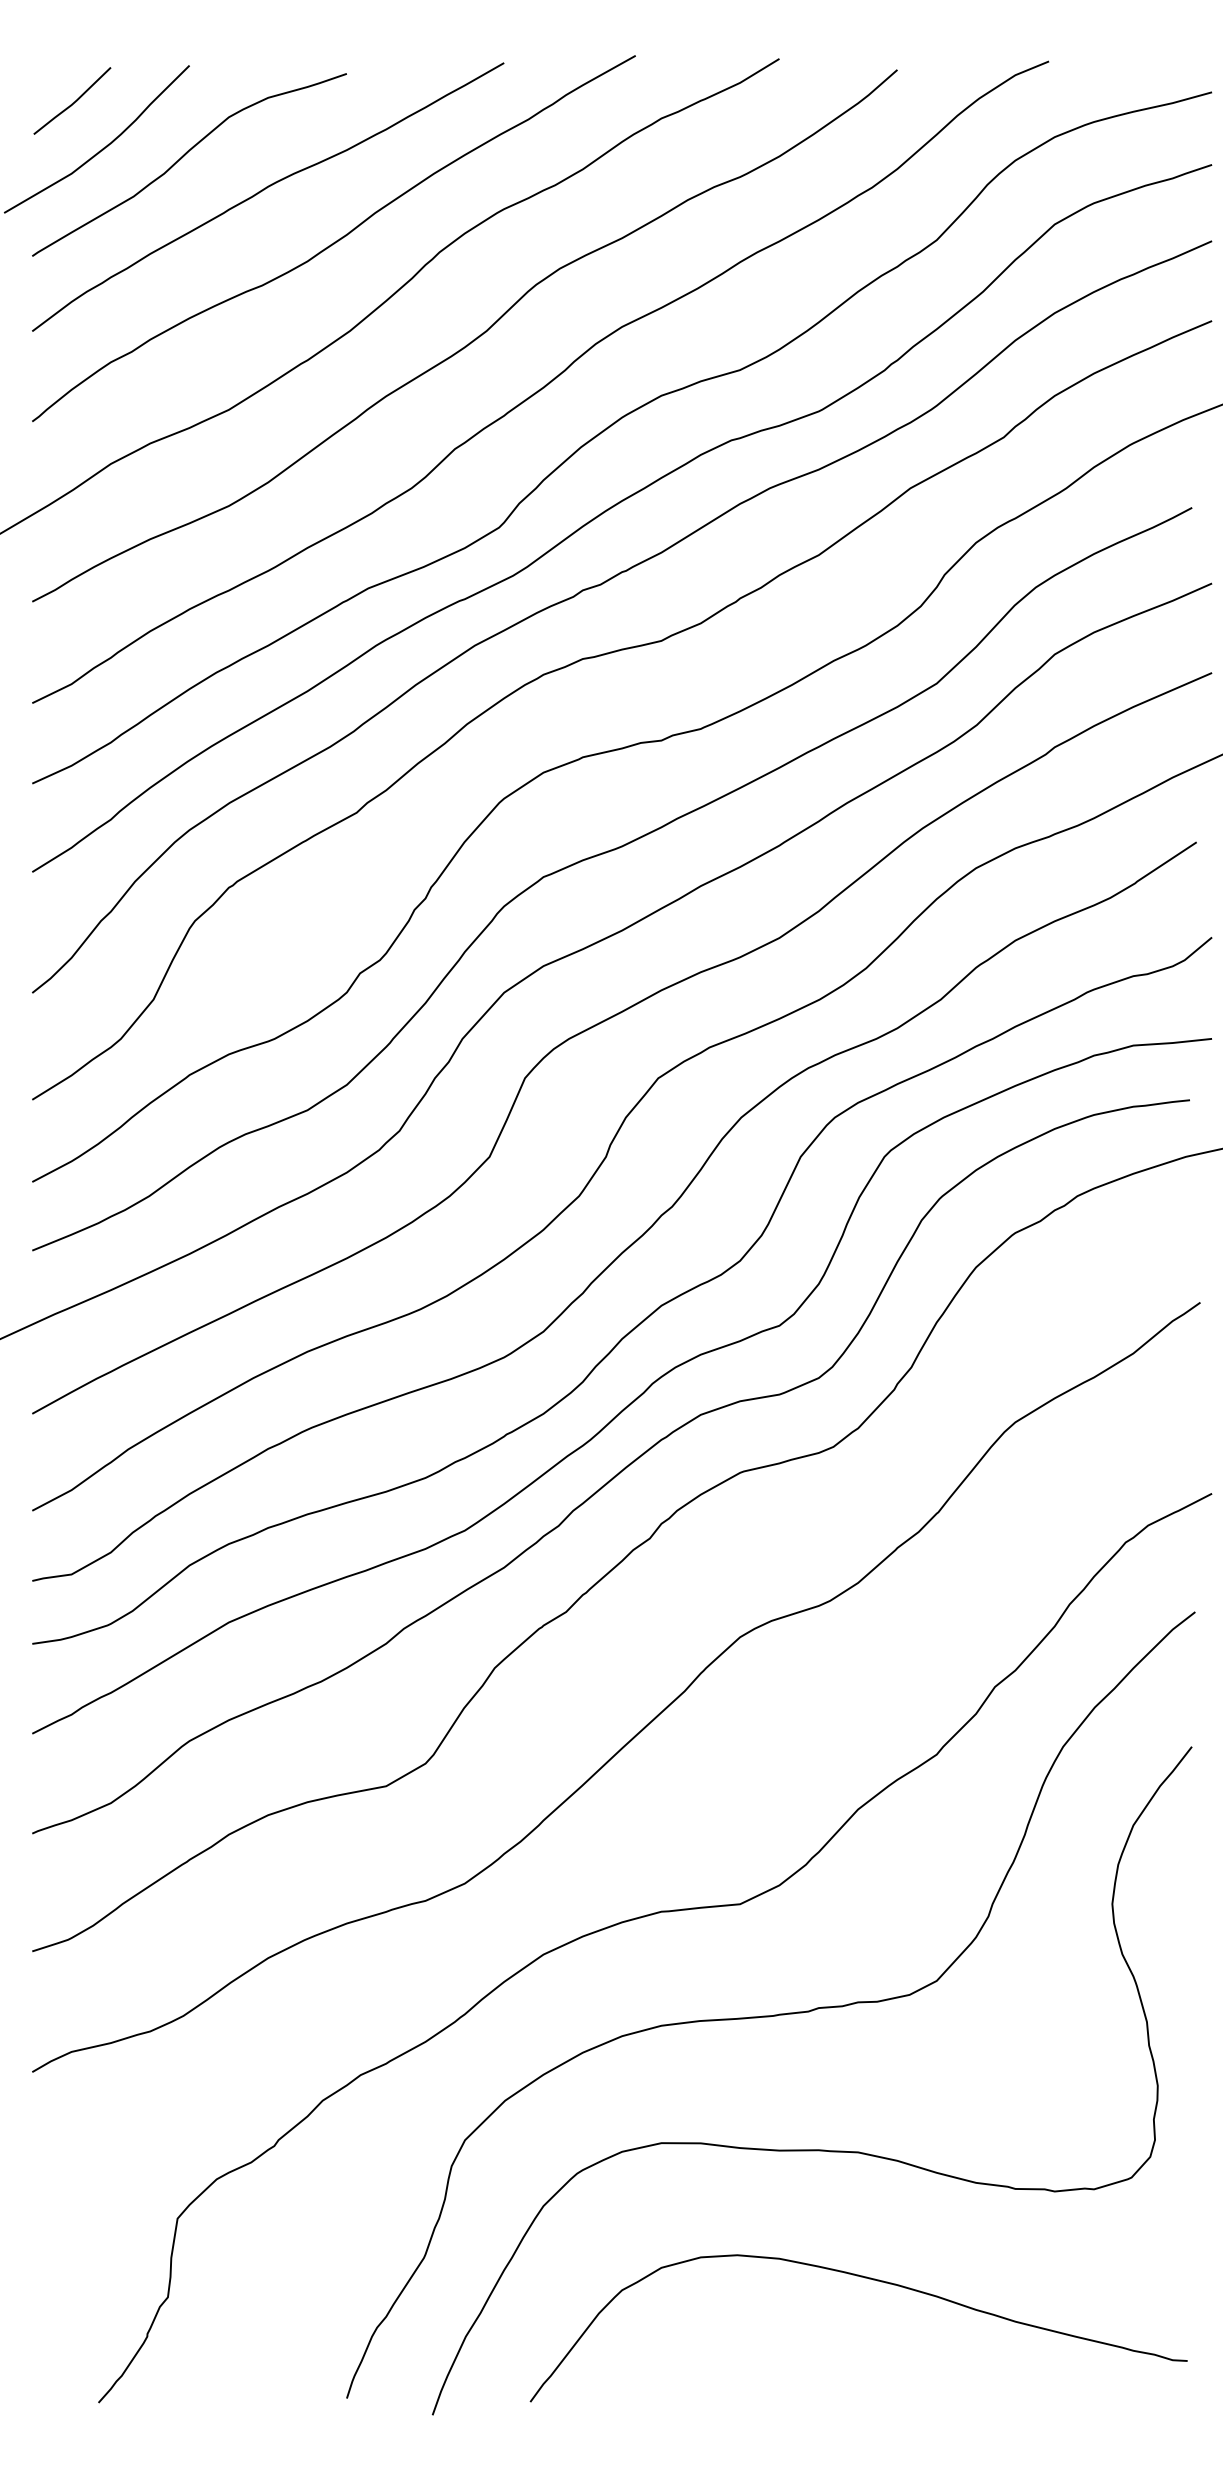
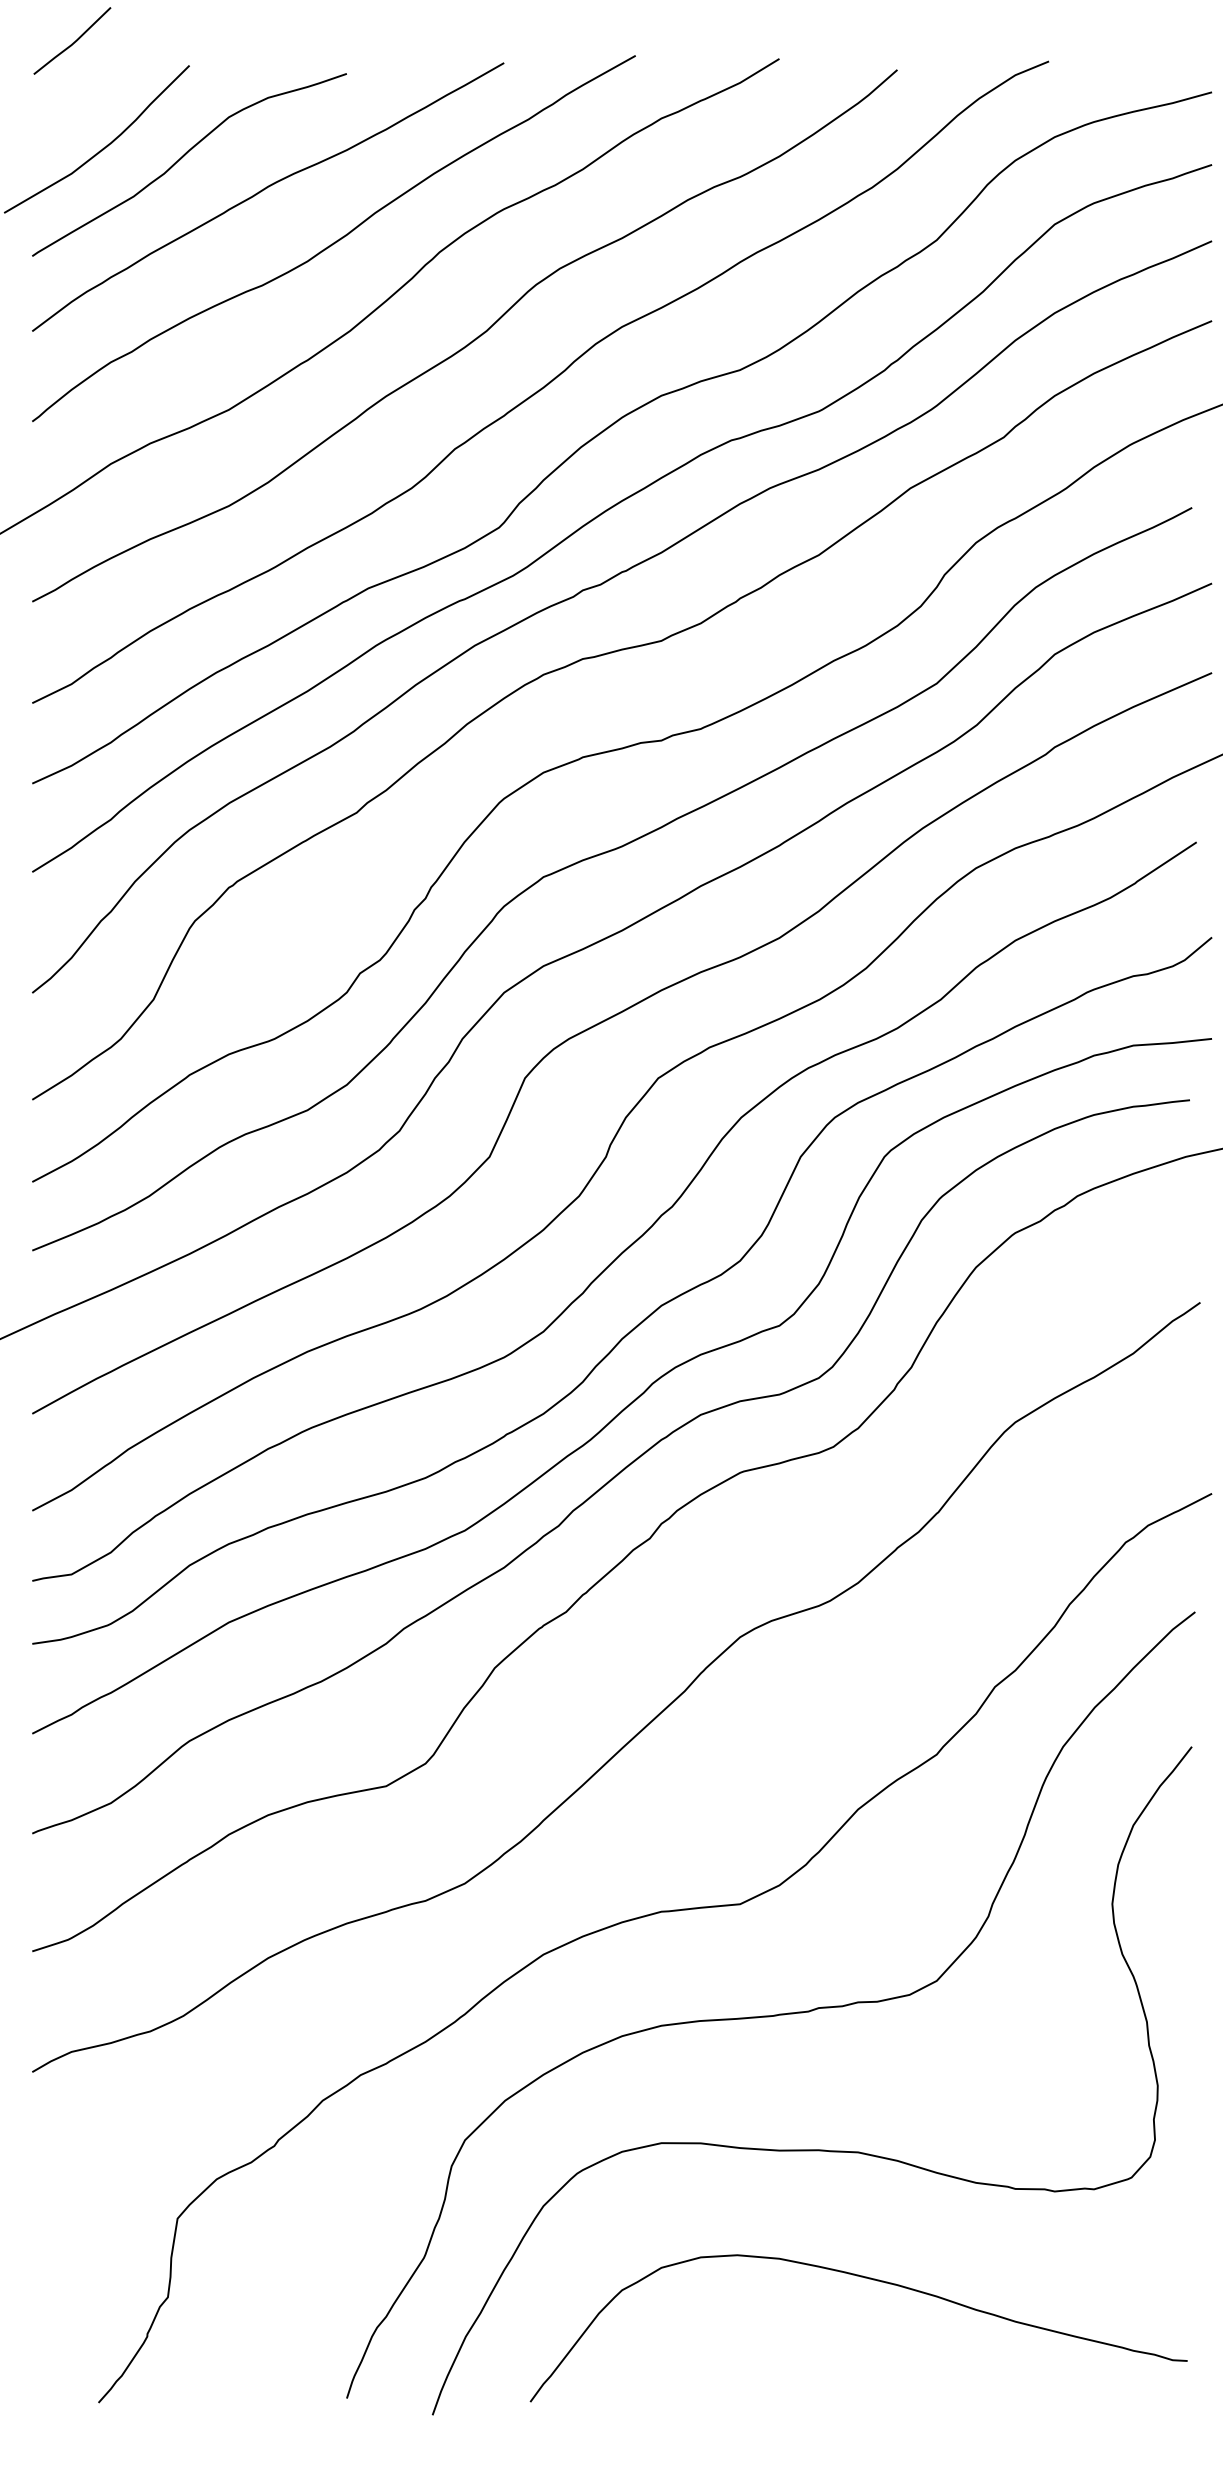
line at (74, 101) position: (74, 101) -> (74, 41)
